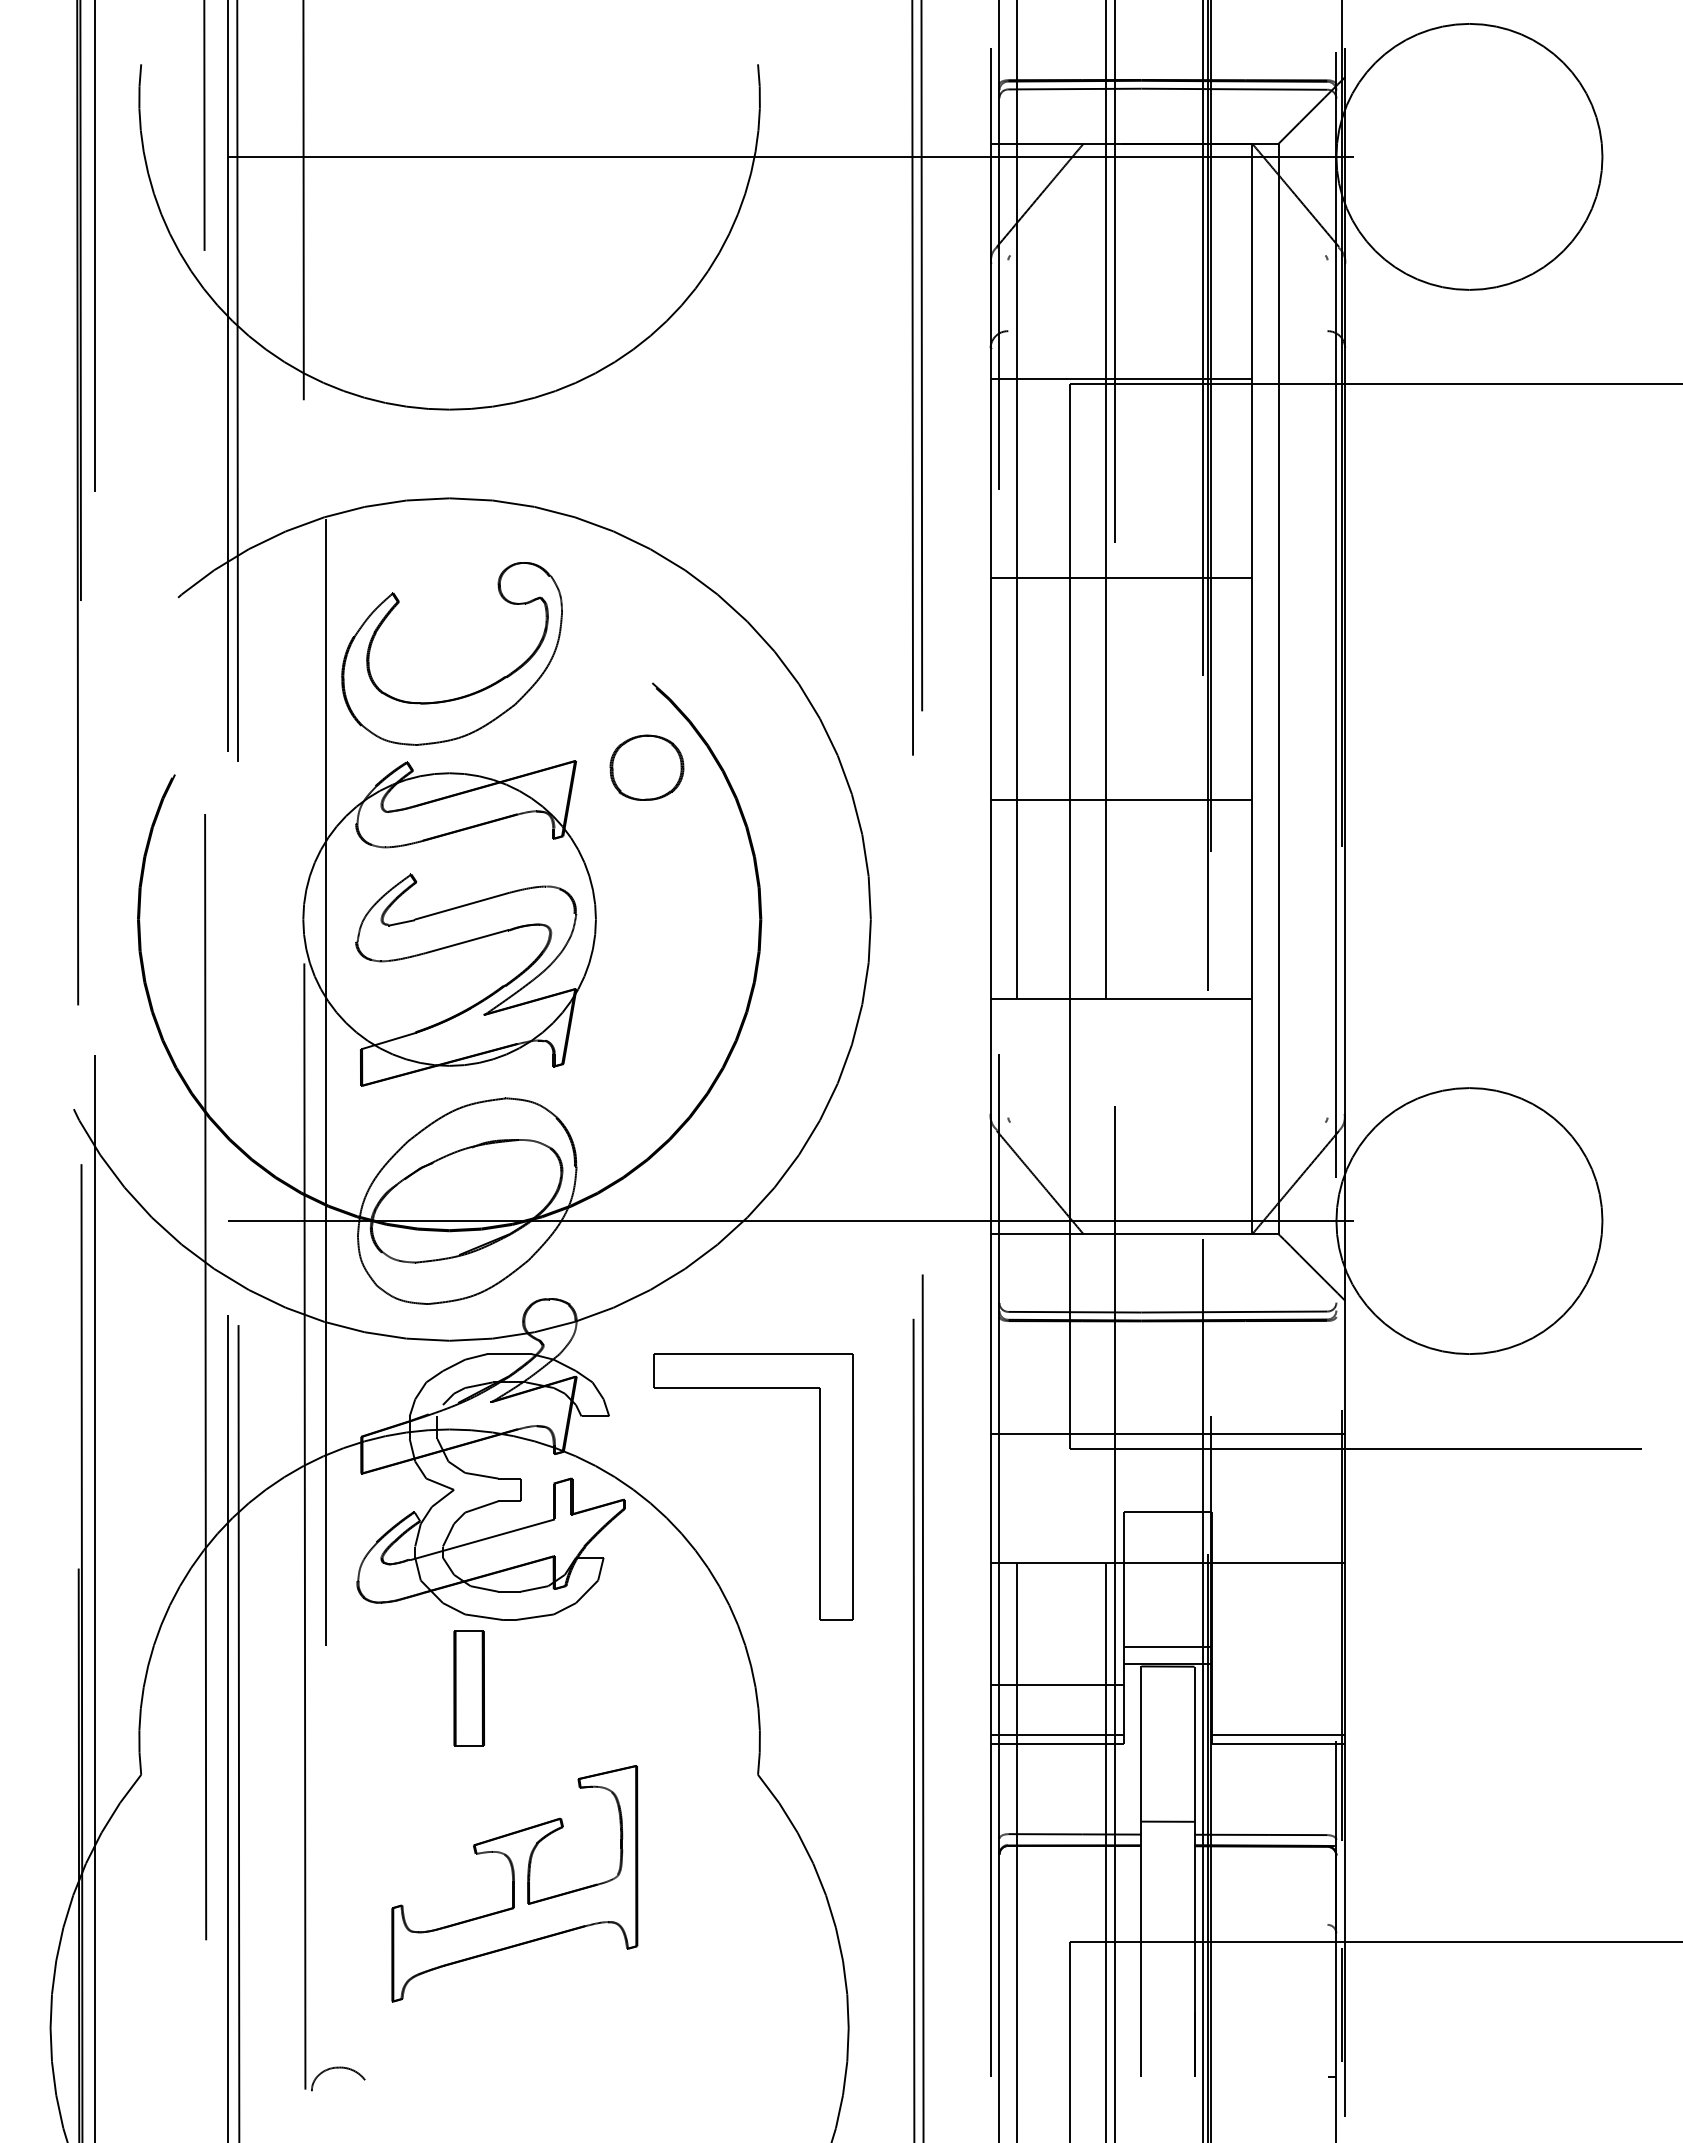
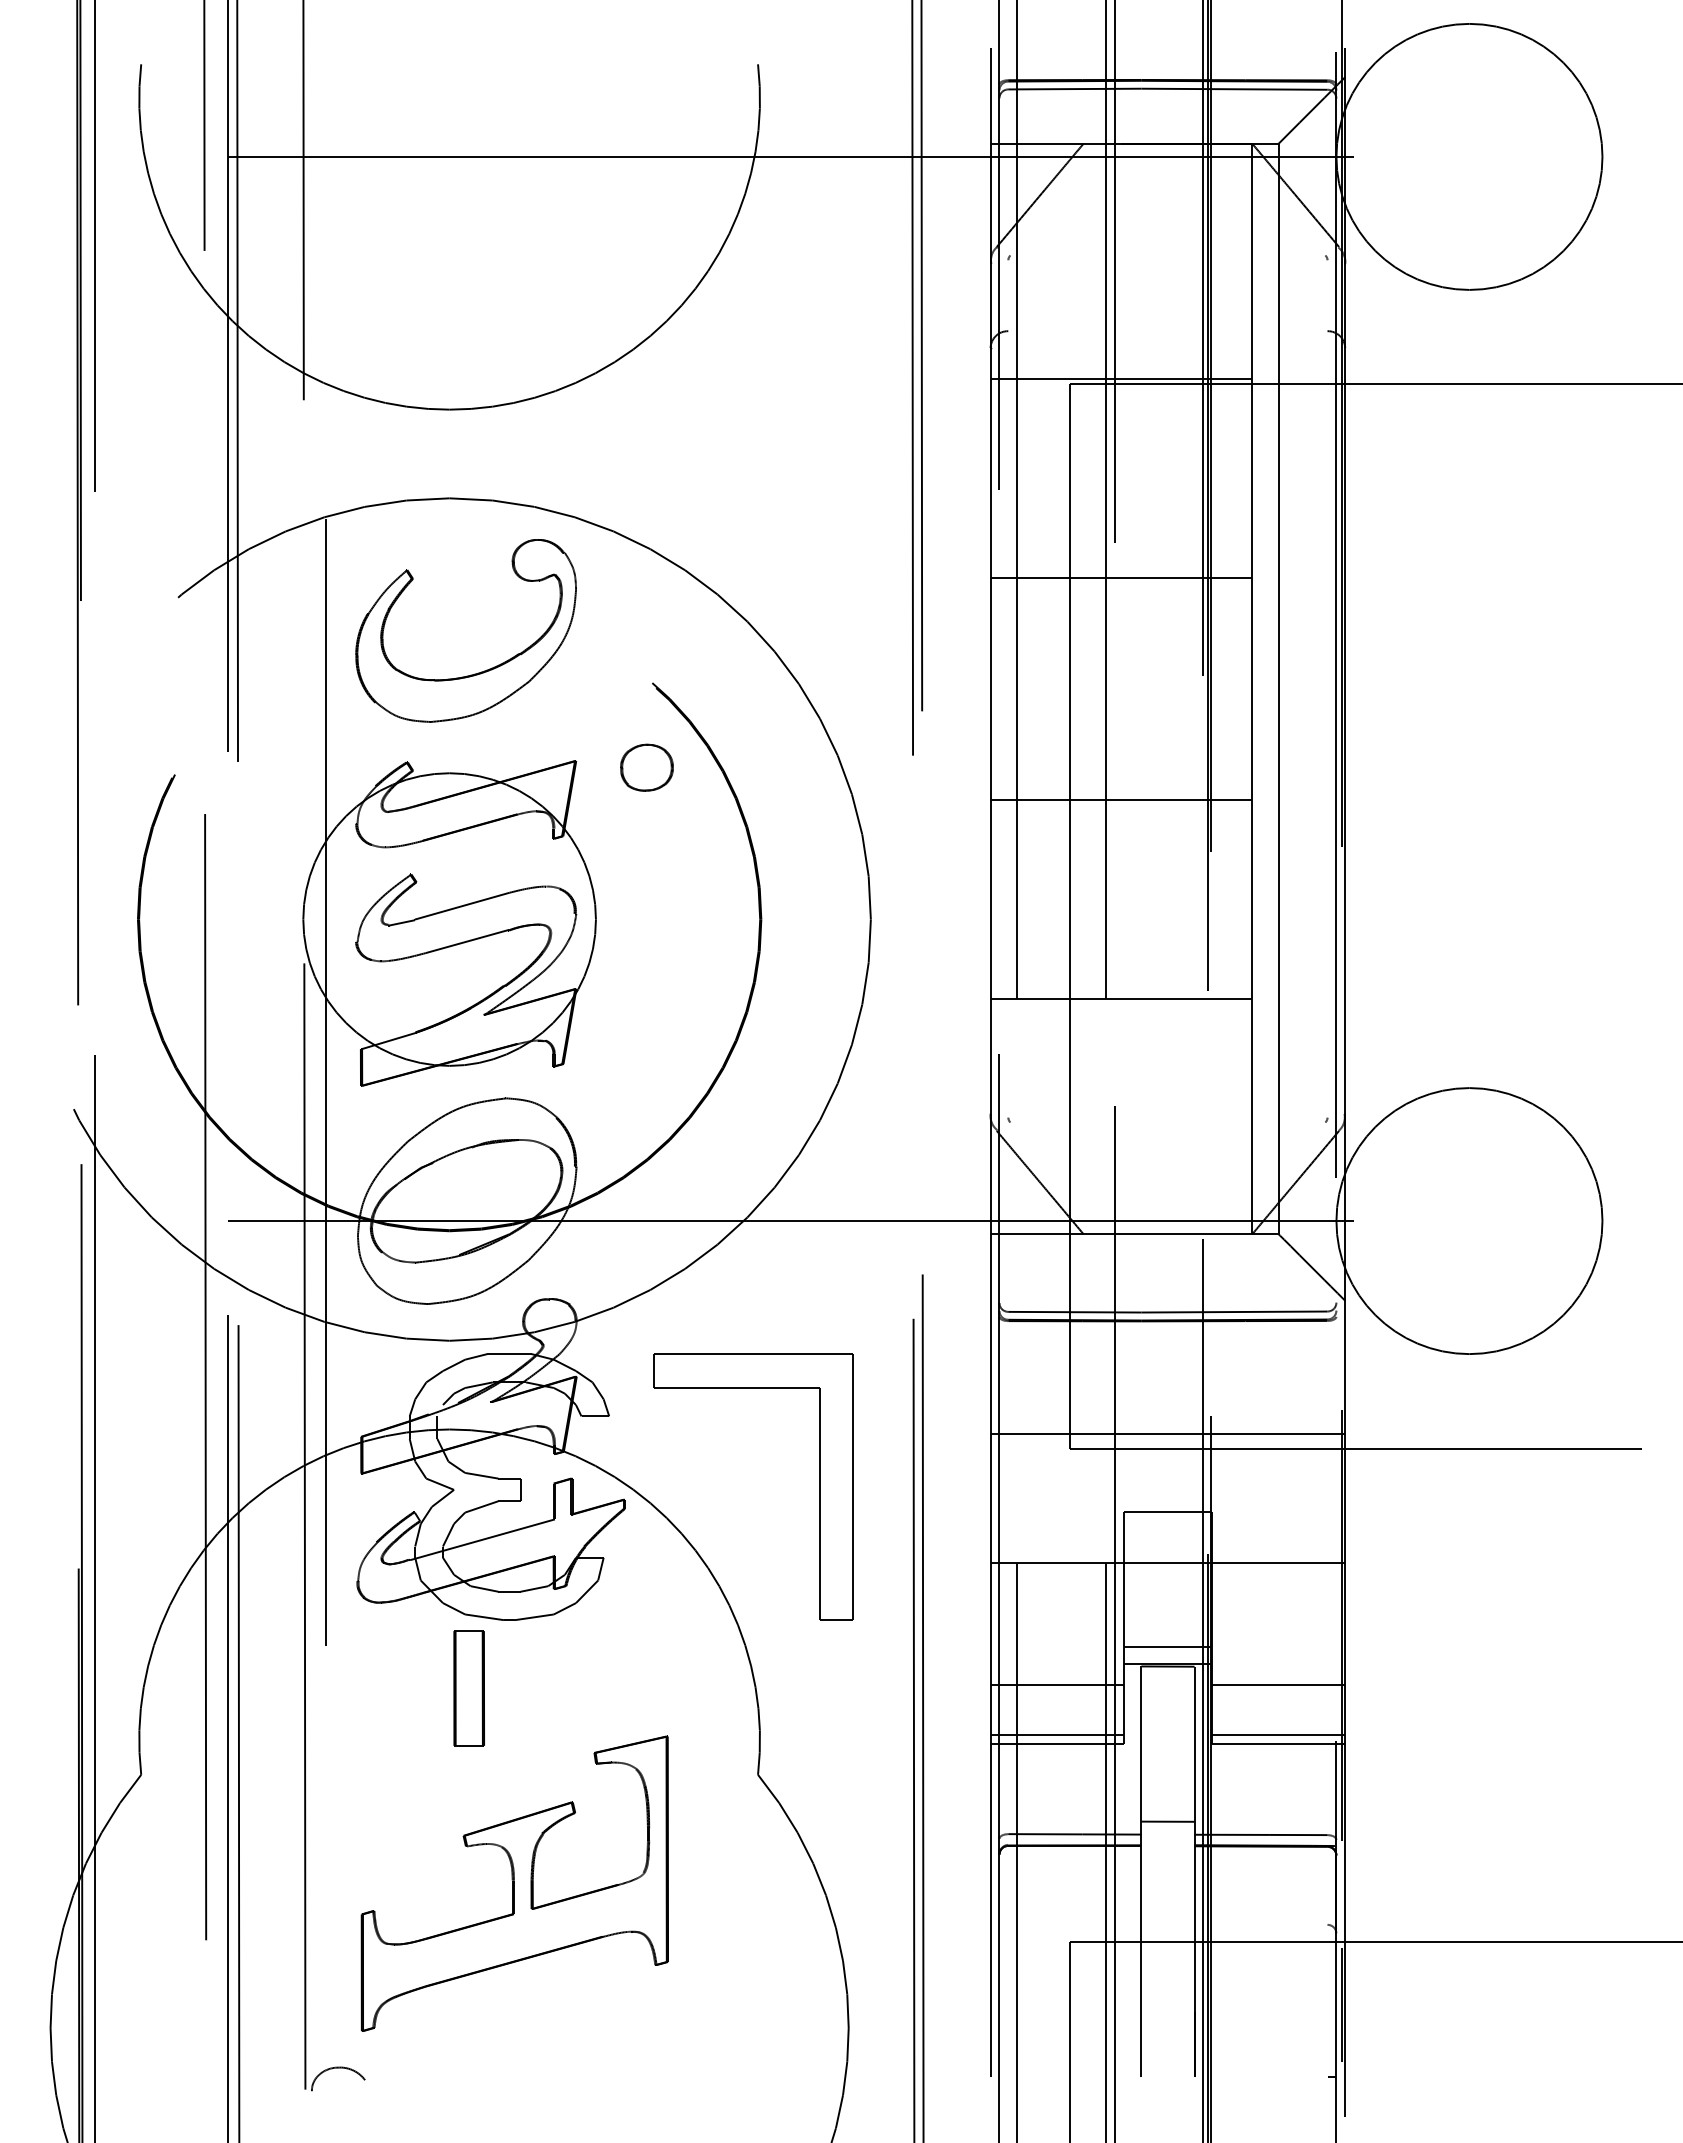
part at (460, 696) position: (460, 696) -> (474, 673)
part at (646, 767) size: 76x67 px -> 54x49 px
line at (1278, 1685): none -> present
part at (514, 1883) size: 248x238 px -> 309x297 px
